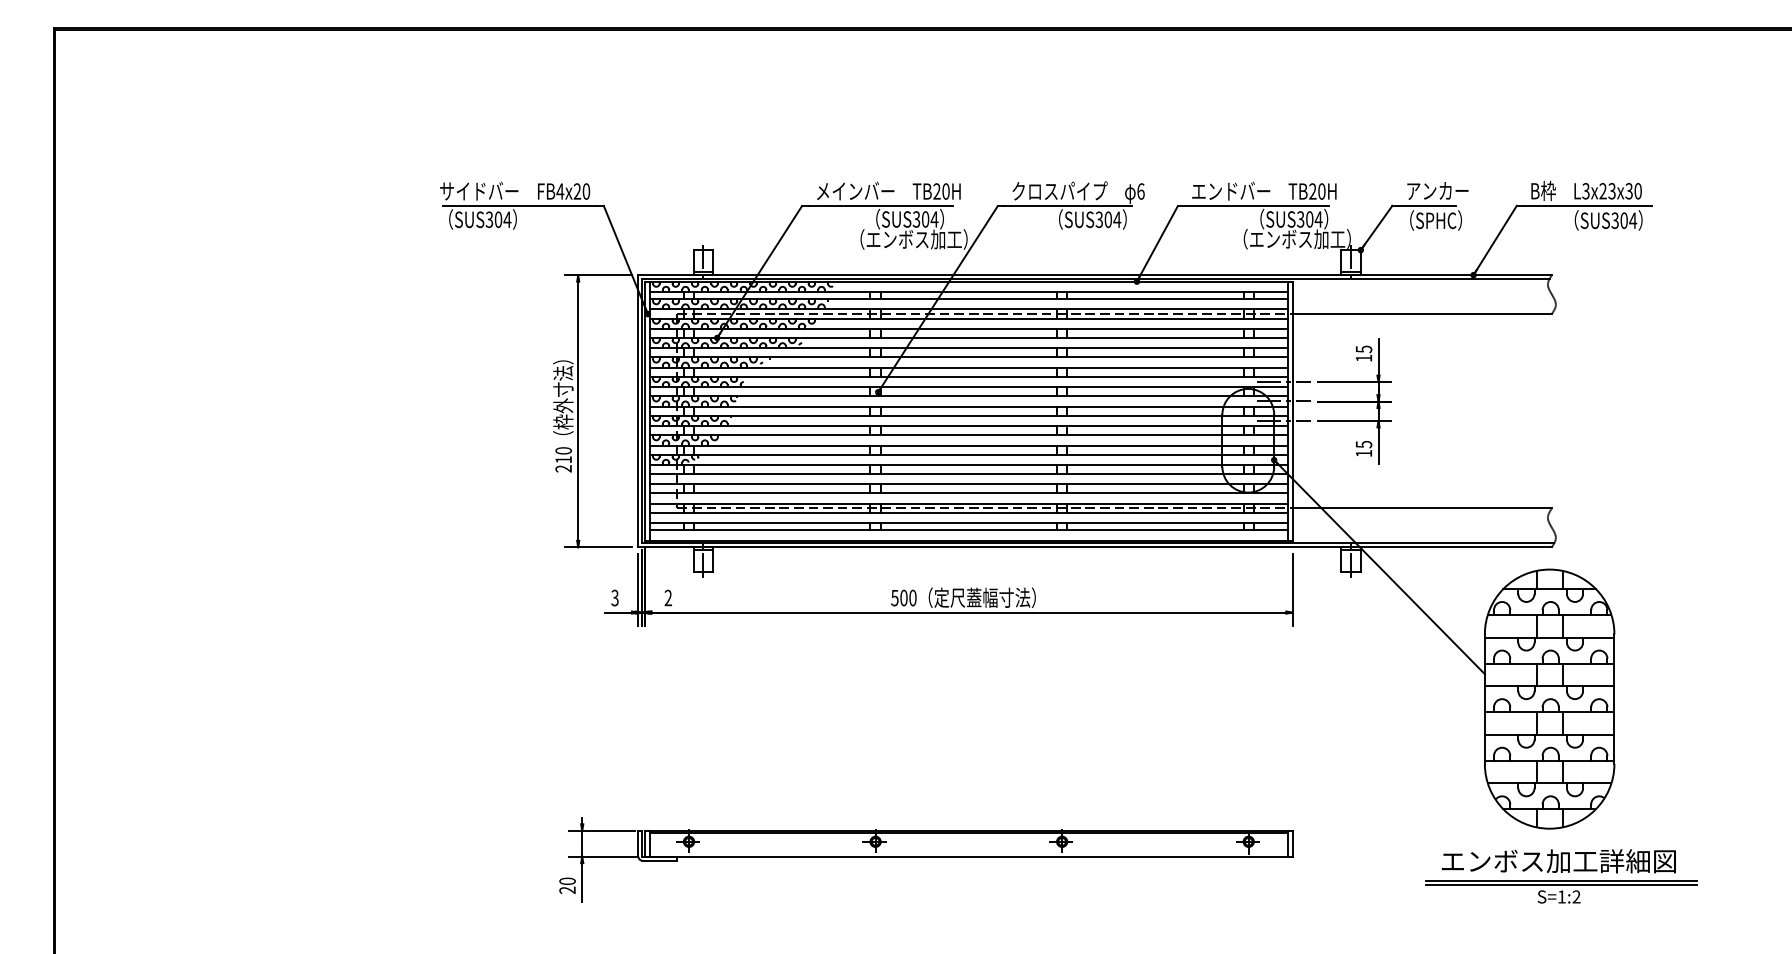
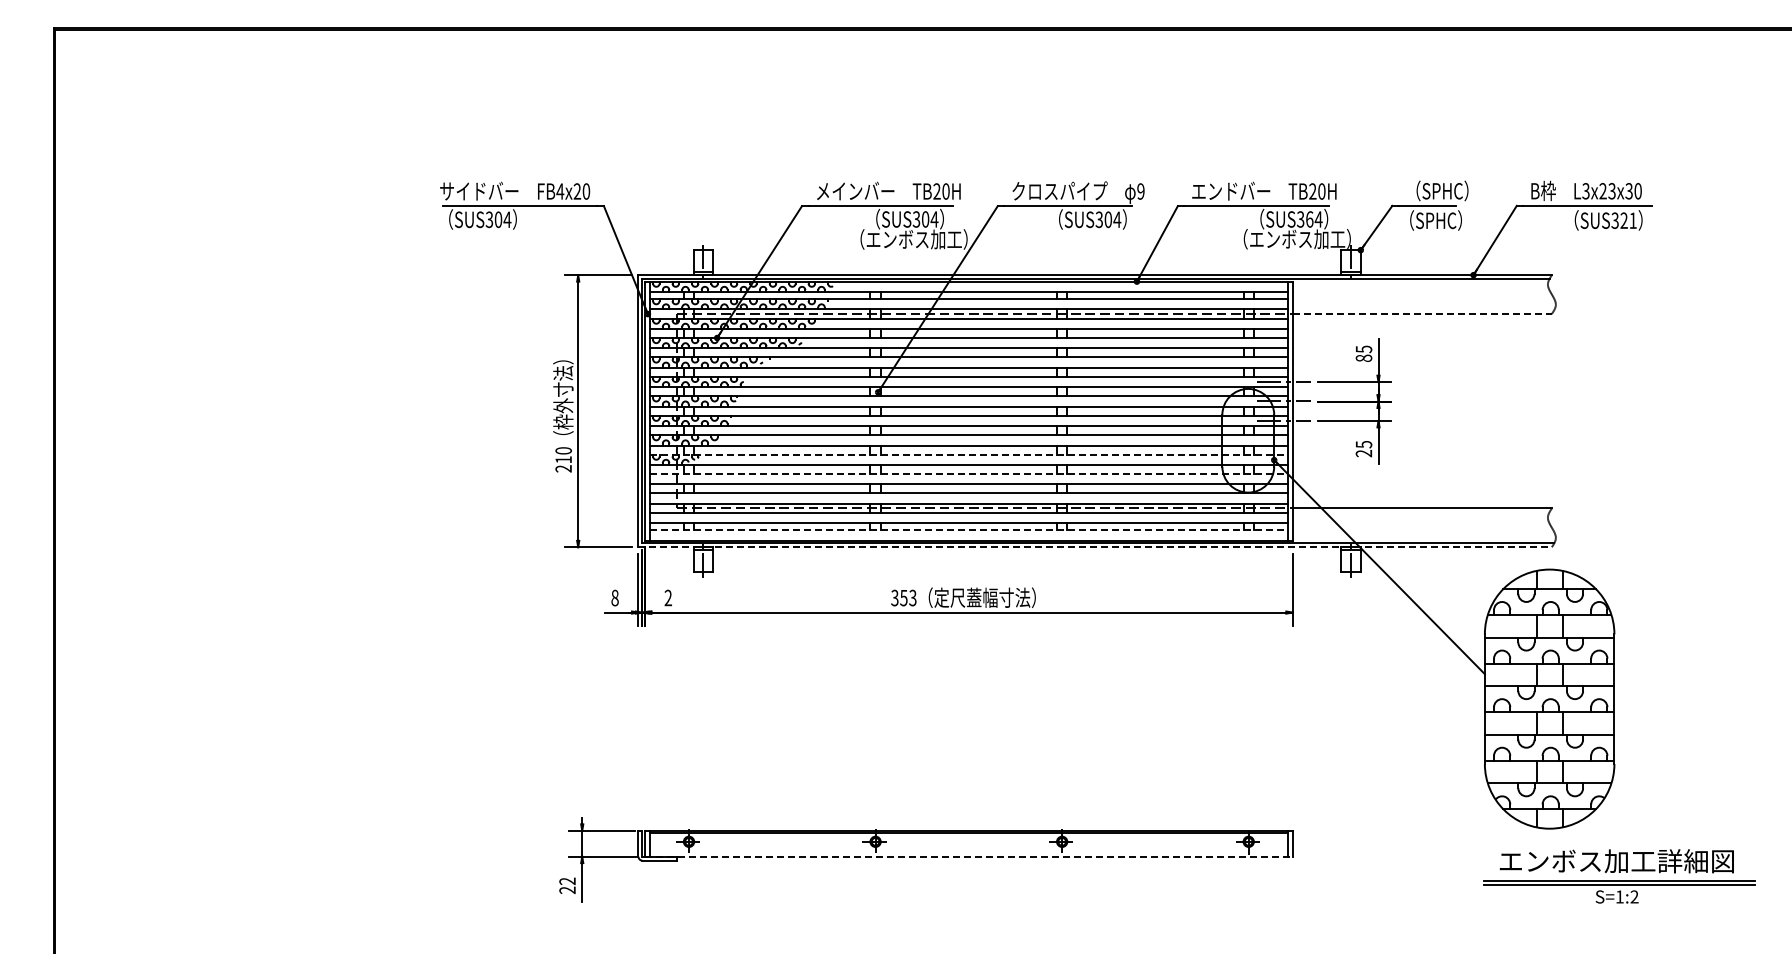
text at (1437, 190): アンカー -> （SPHC）
text at (1140, 191): 6 -> 9
text at (1309, 219): SUS304 -> SUS364
text at (1628, 220): SUS304 -> SUS321
line at (1422, 314): solid -> dashed
text at (1363, 357): 15 -> 85
text at (1363, 453): 15 -> 25
line at (968, 454): solid -> dashed
line at (968, 474): solid -> dashed
line at (968, 530): solid -> dashed
line at (1095, 547): solid -> dashed
text at (614, 597): 3 -> 8
text at (903, 597): 500 -> 353
line at (968, 856): solid -> dashed
part at (1561, 876) position: (1561, 876) -> (1619, 876)
text at (567, 880): 20 -> 22
